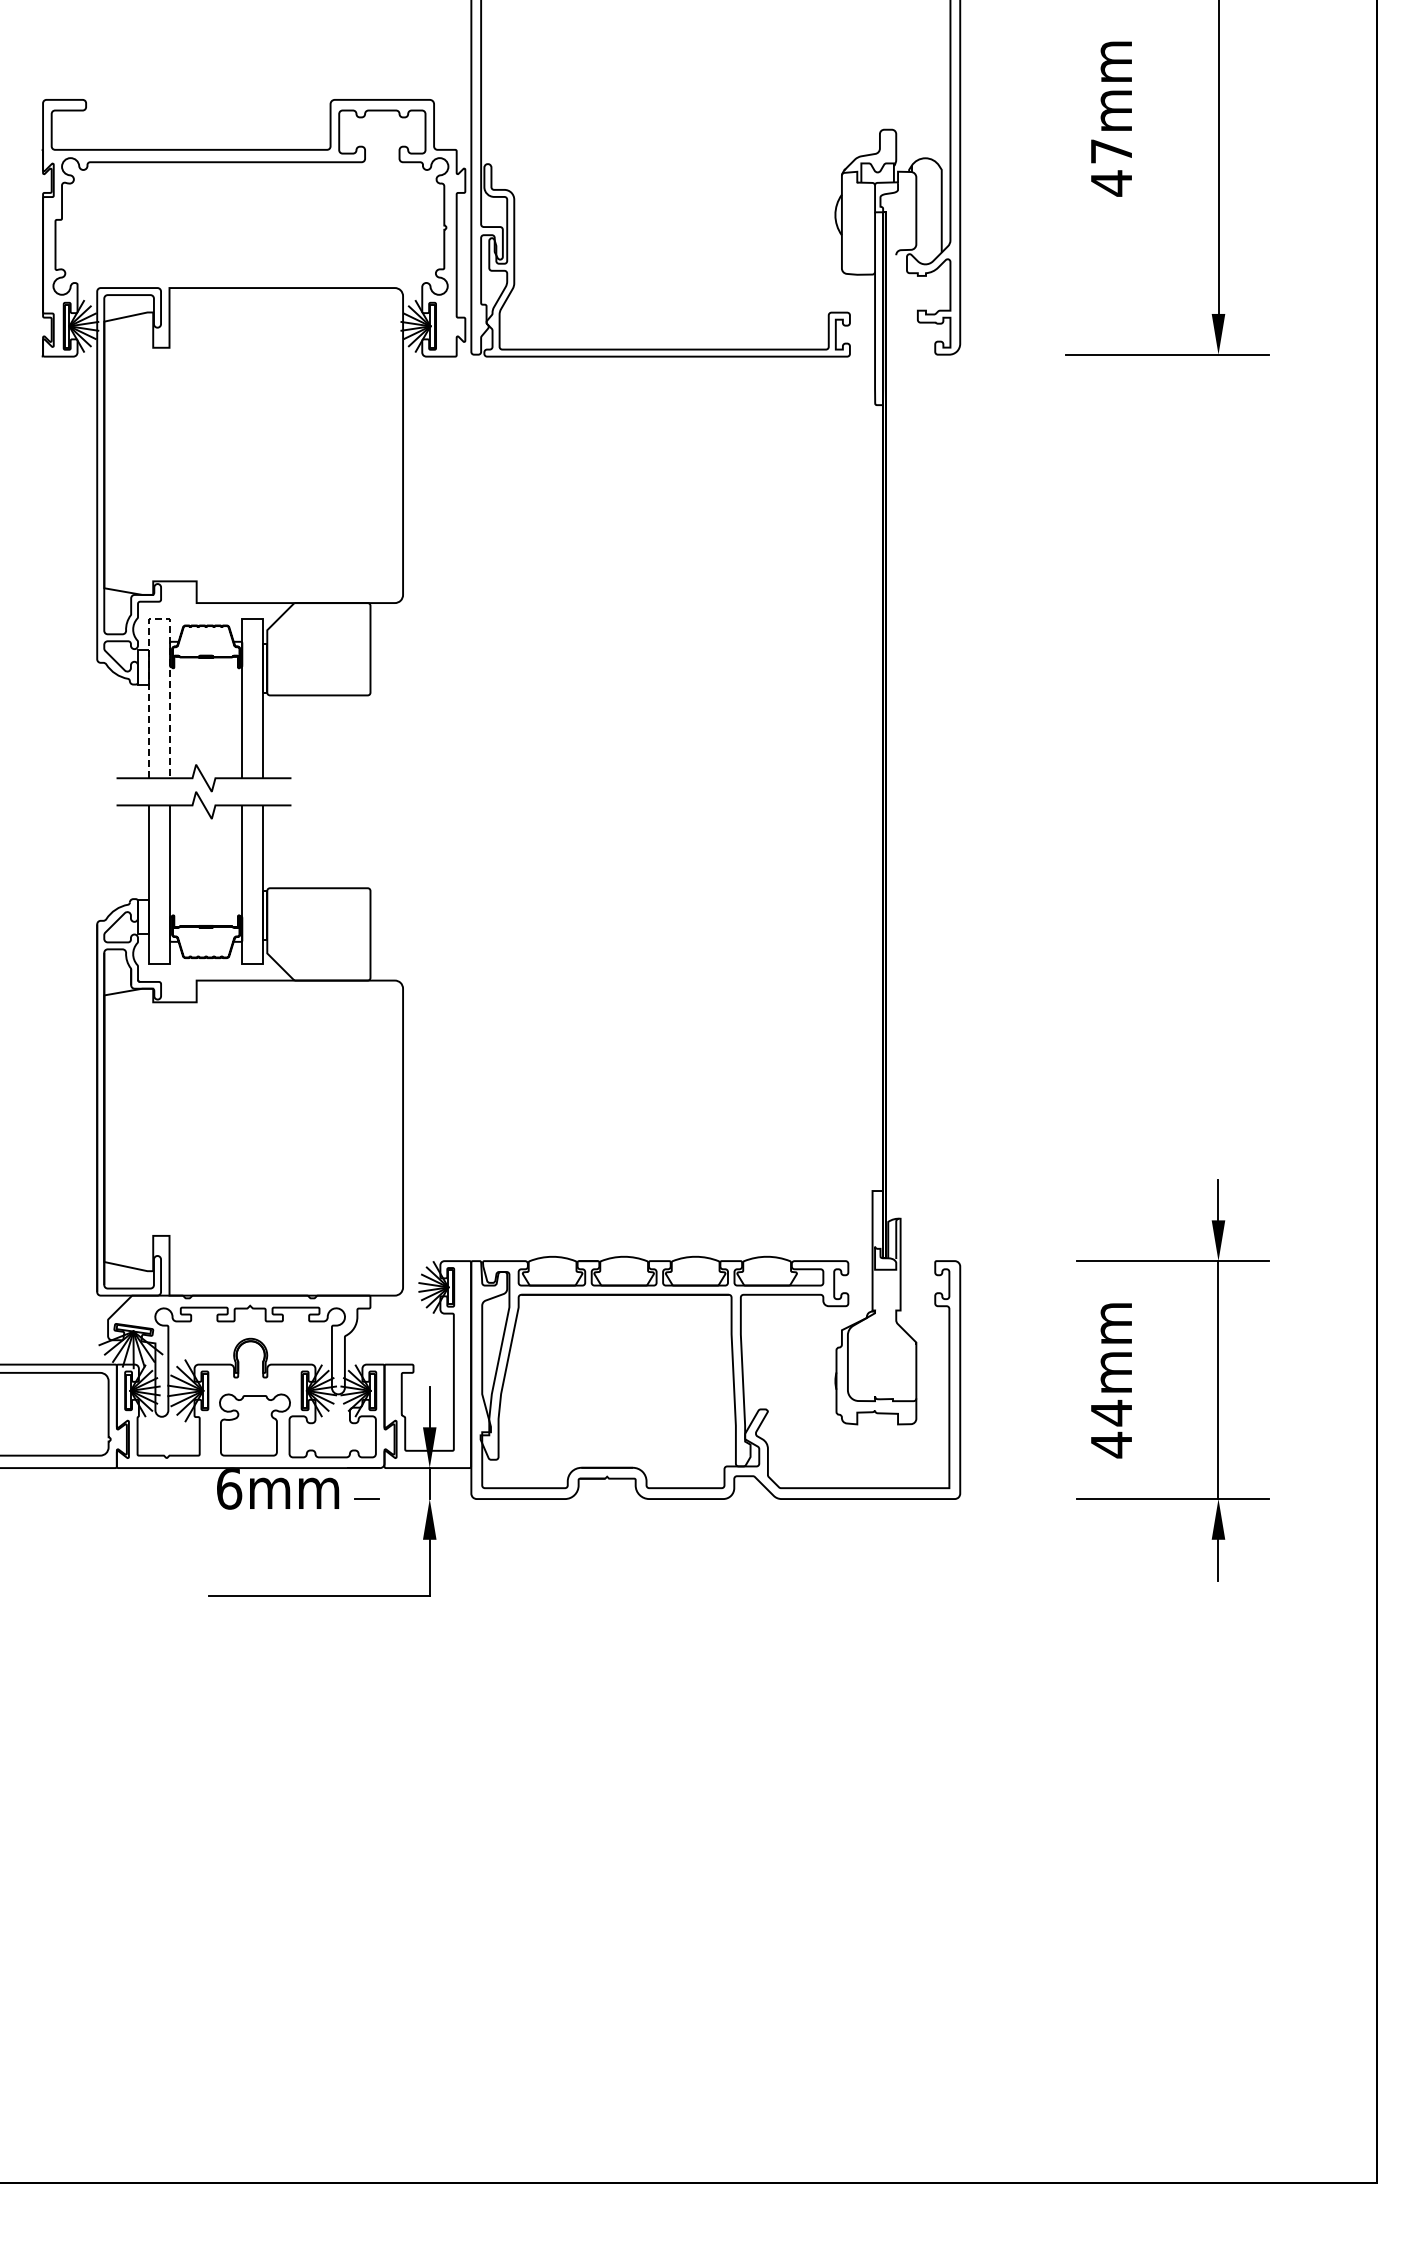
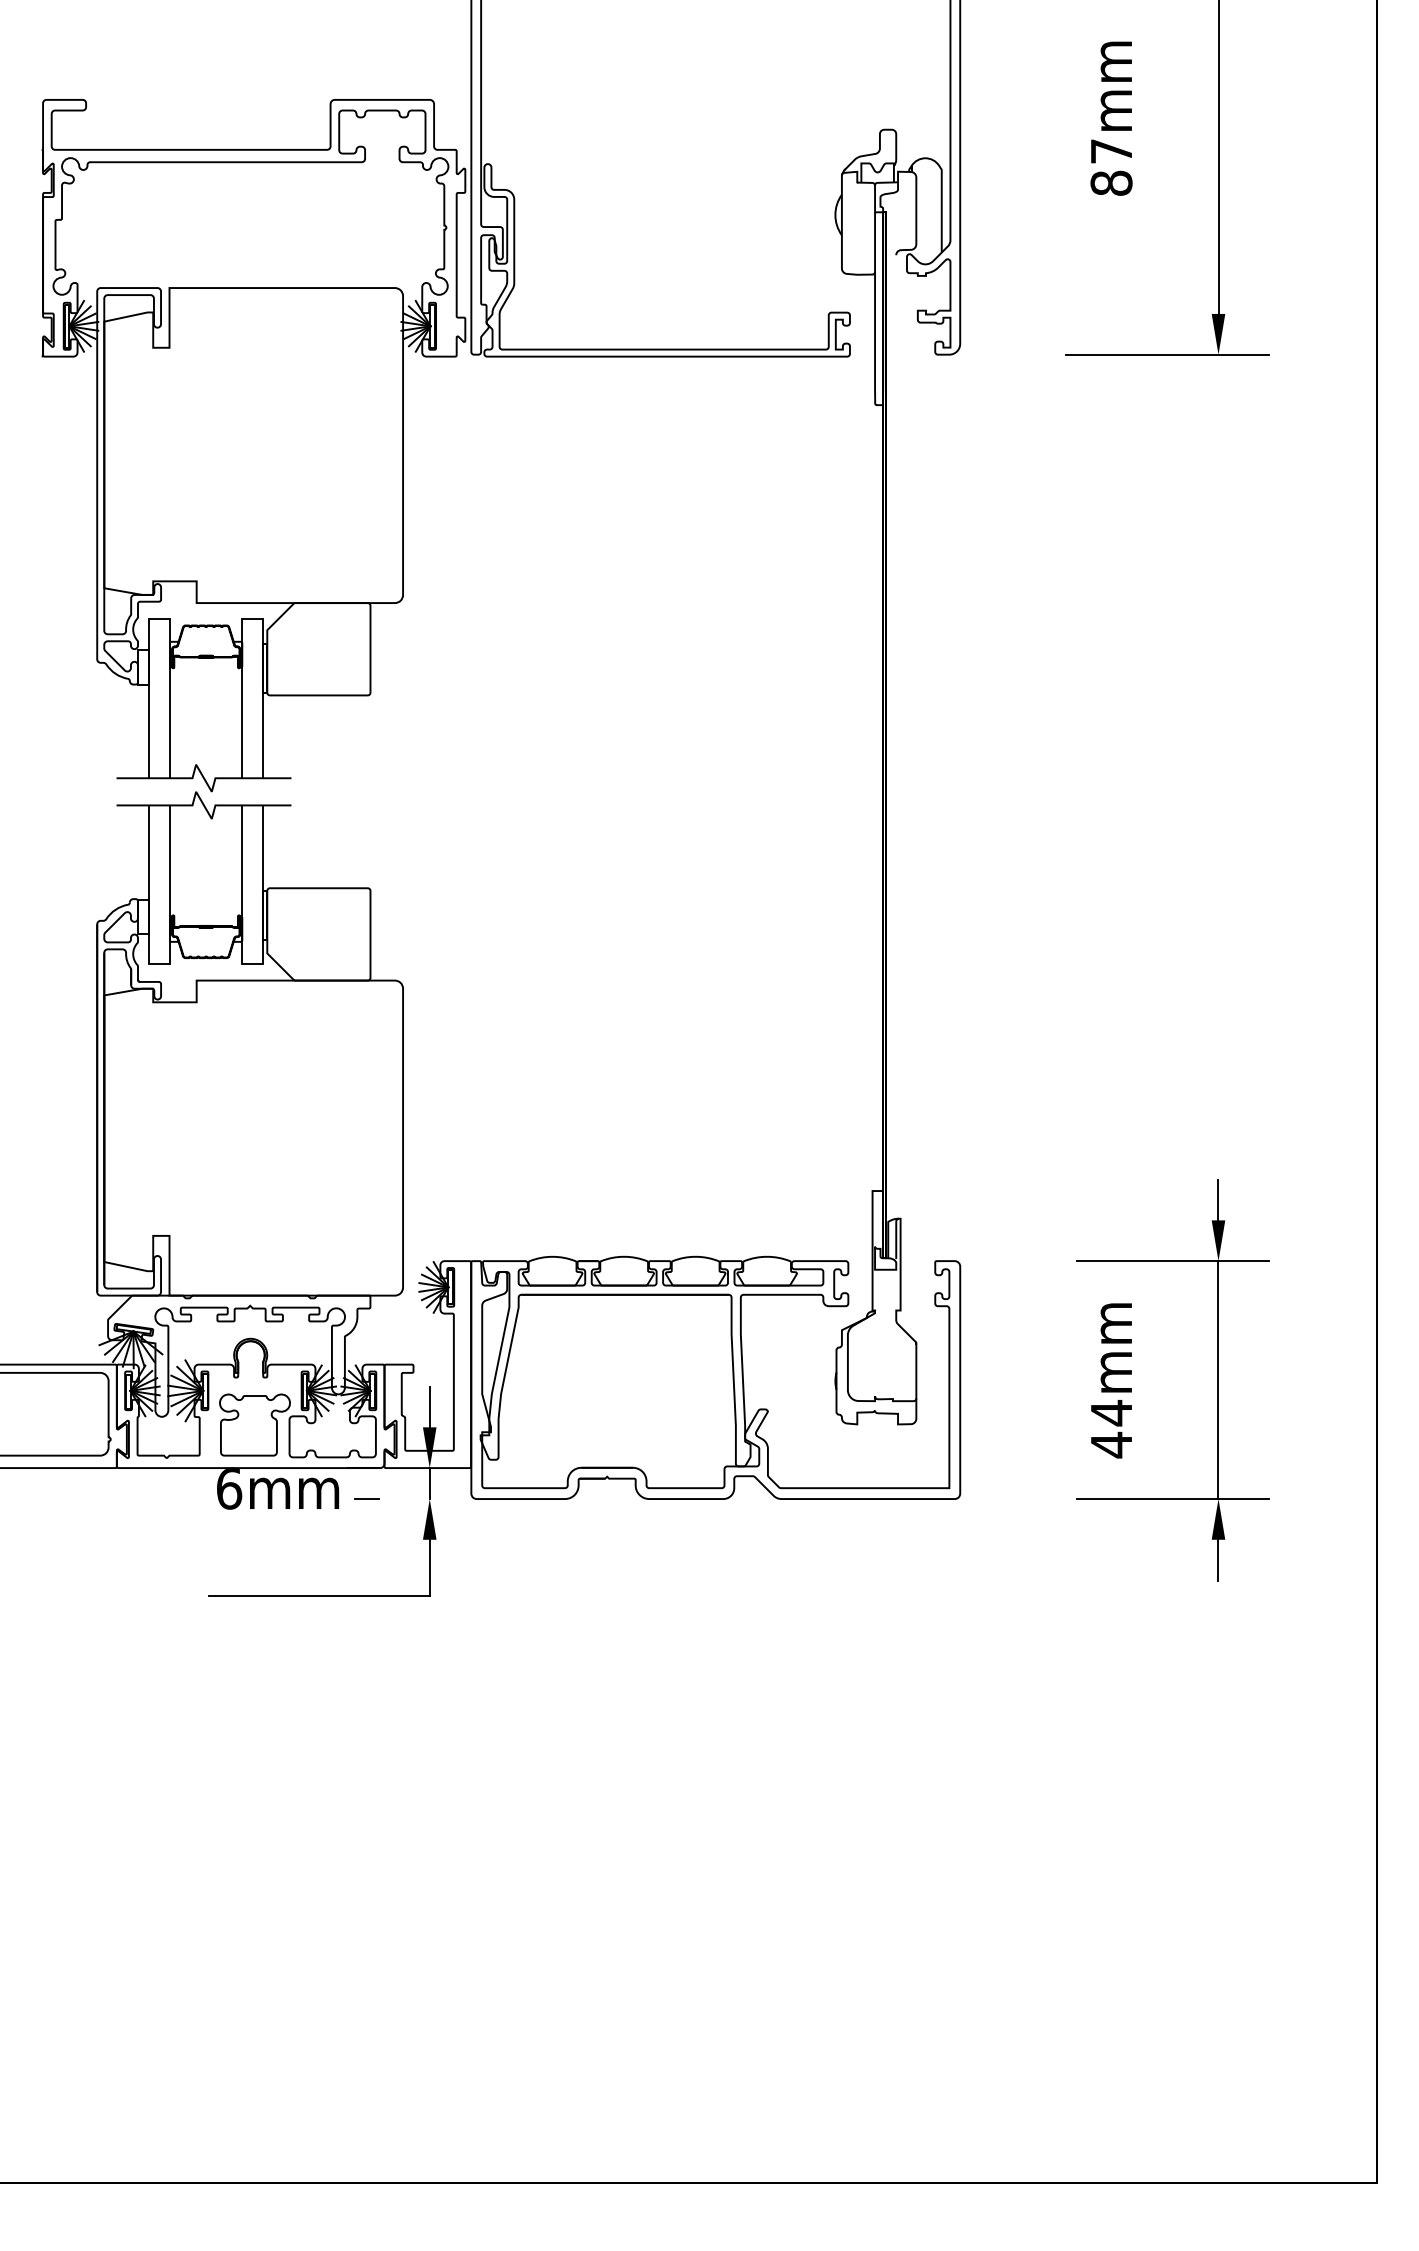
text at (1111, 183): 47mm -> 87mm
line at (159, 619): dashed -> solid
